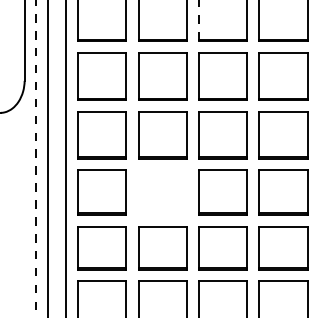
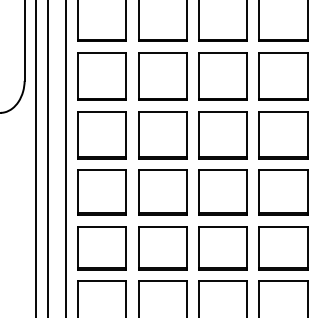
line at (198, 20): dashed -> solid
line at (35, 158): dashed -> solid
part at (162, 192): none -> present
